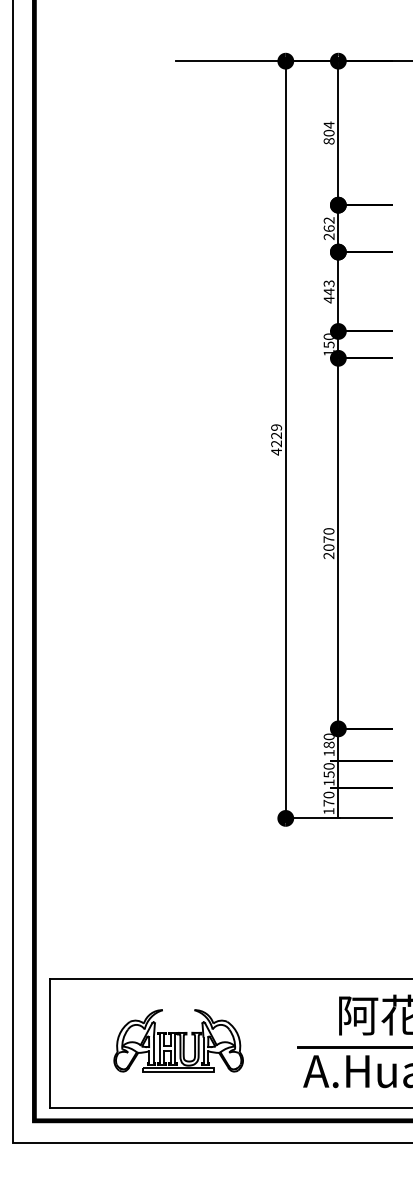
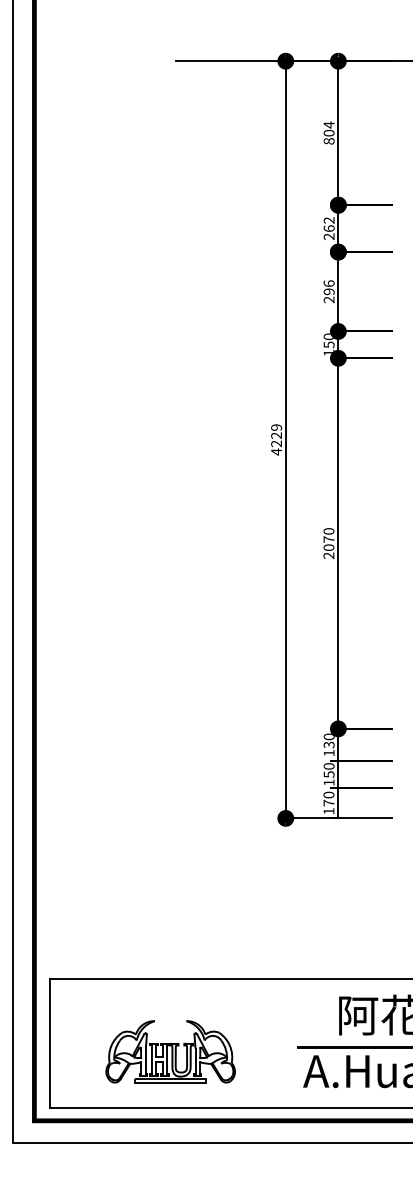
text at (328, 291): 443 -> 296
text at (328, 744): 180 -> 130
part at (178, 1040) position: (178, 1040) -> (170, 1051)
